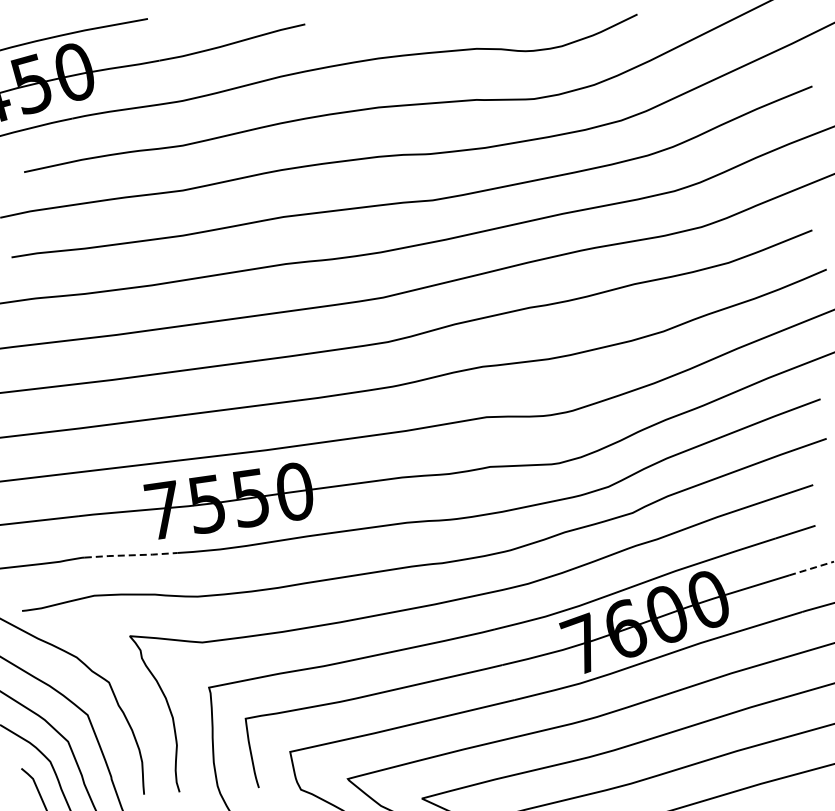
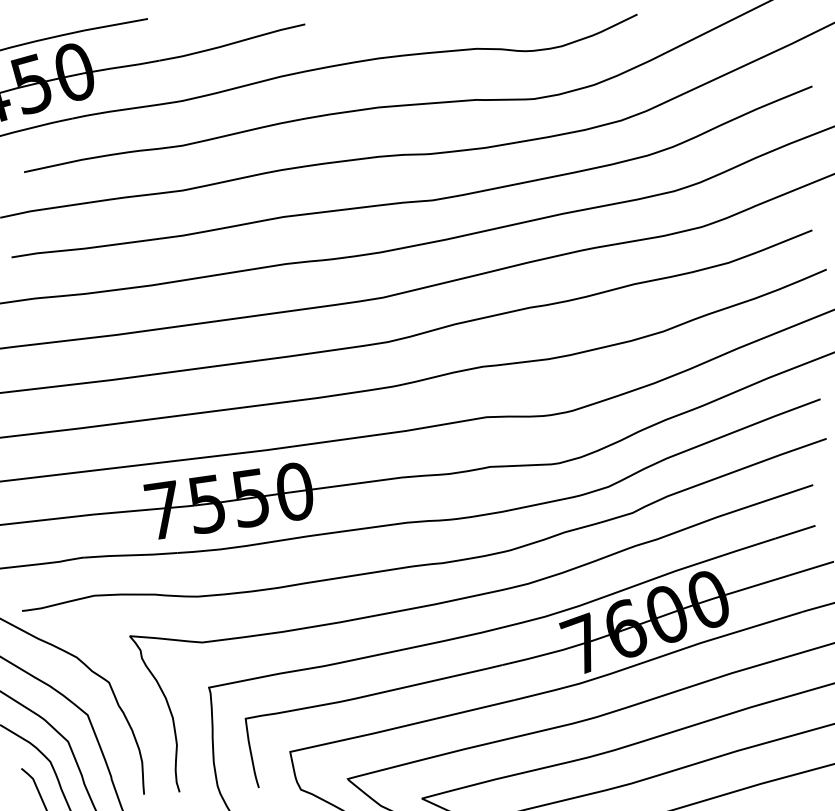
line at (130, 555): dashed -> solid
line at (812, 568): dashed -> solid
